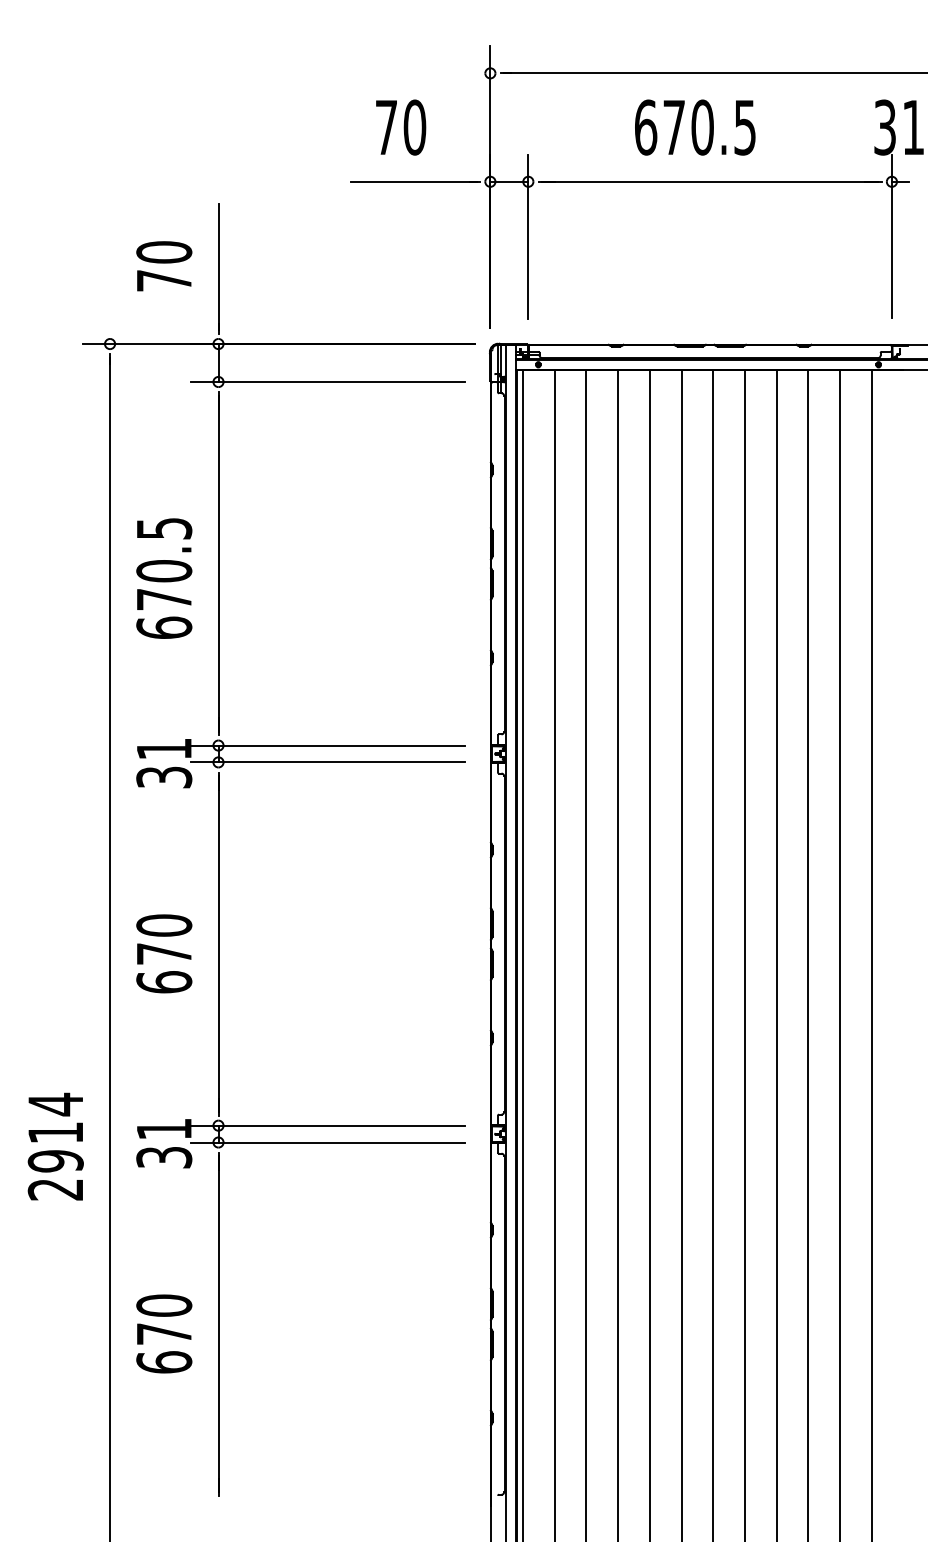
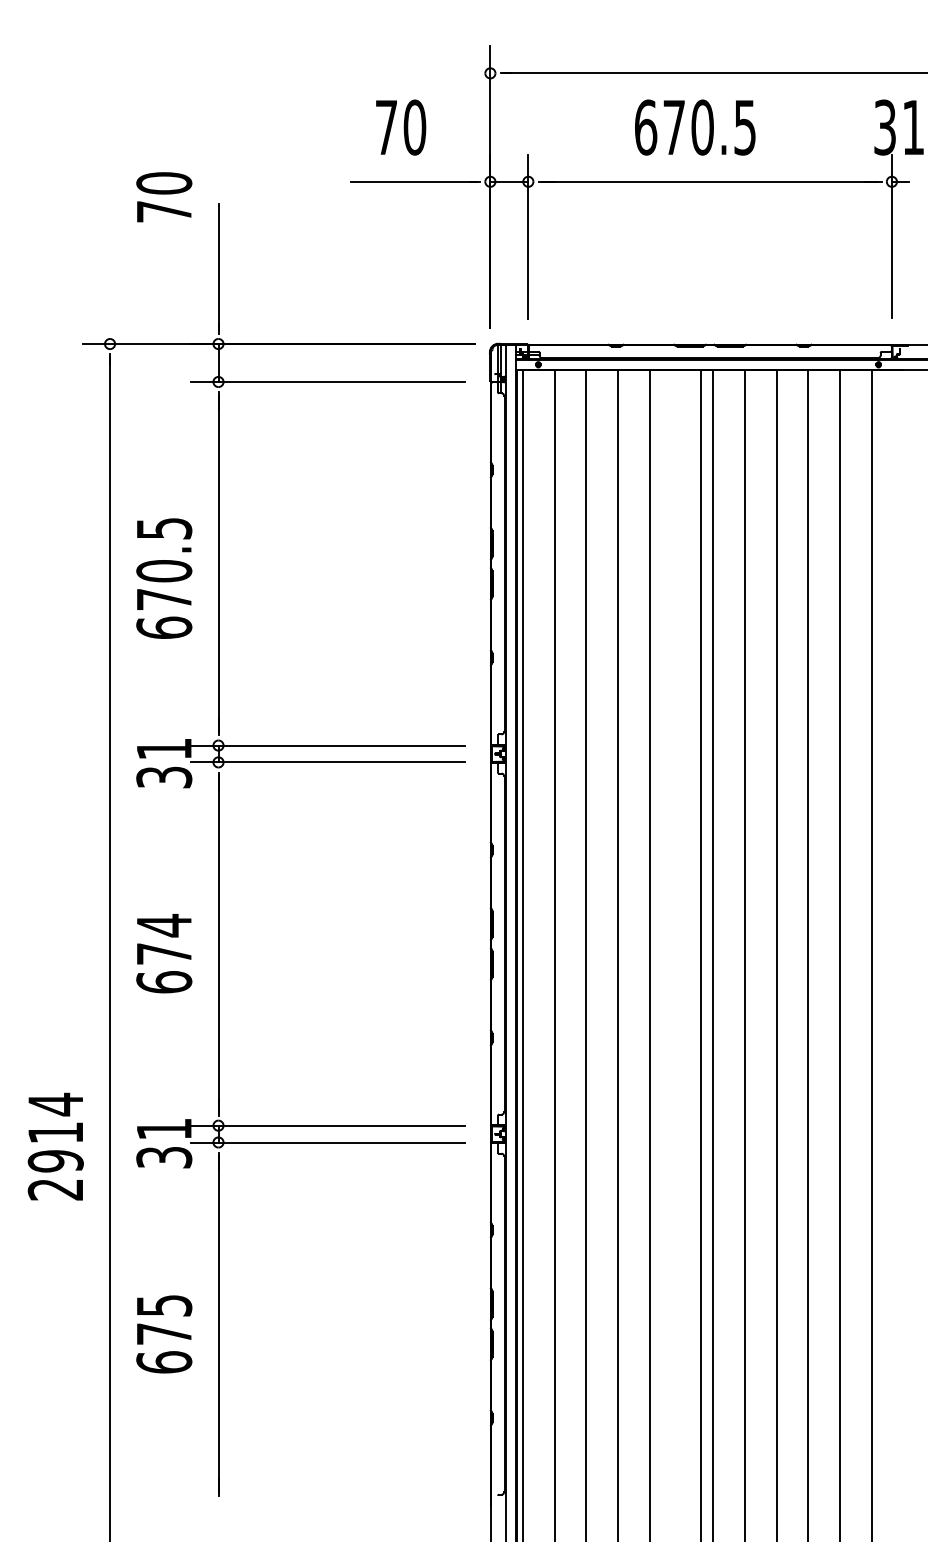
text at (164, 266) position: (164, 266) -> (164, 197)
text at (164, 925): 670 -> 674
line at (681, 954) position: (681, 954) -> (700, 954)
text at (164, 1305): 670 -> 675
